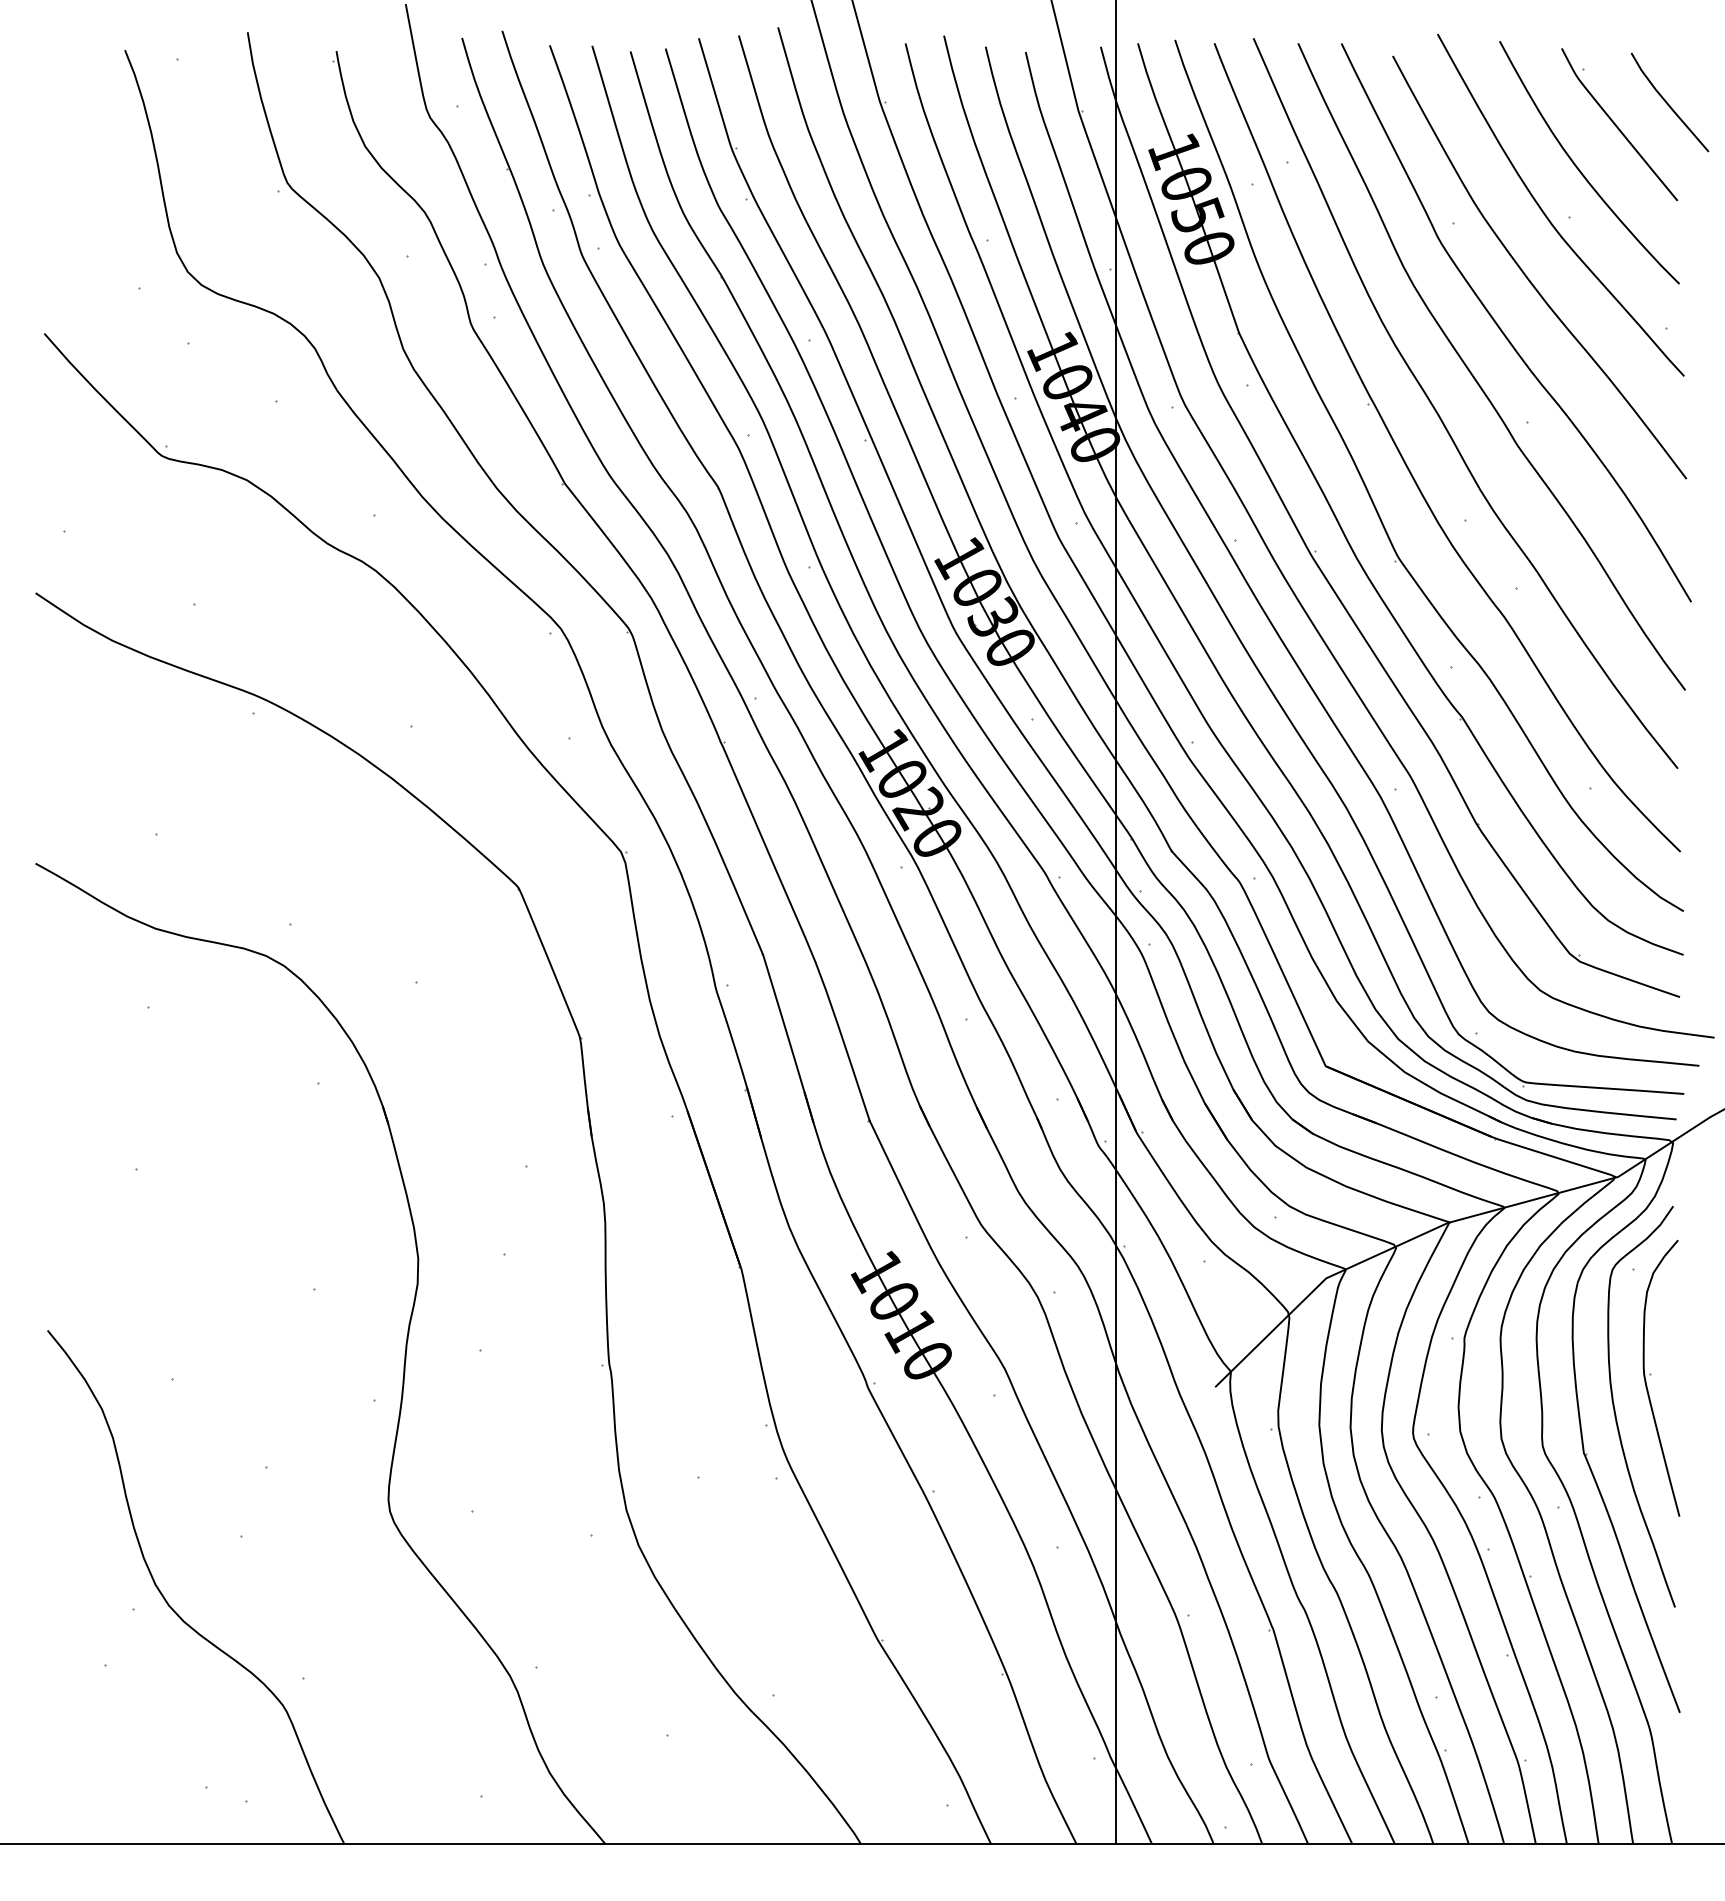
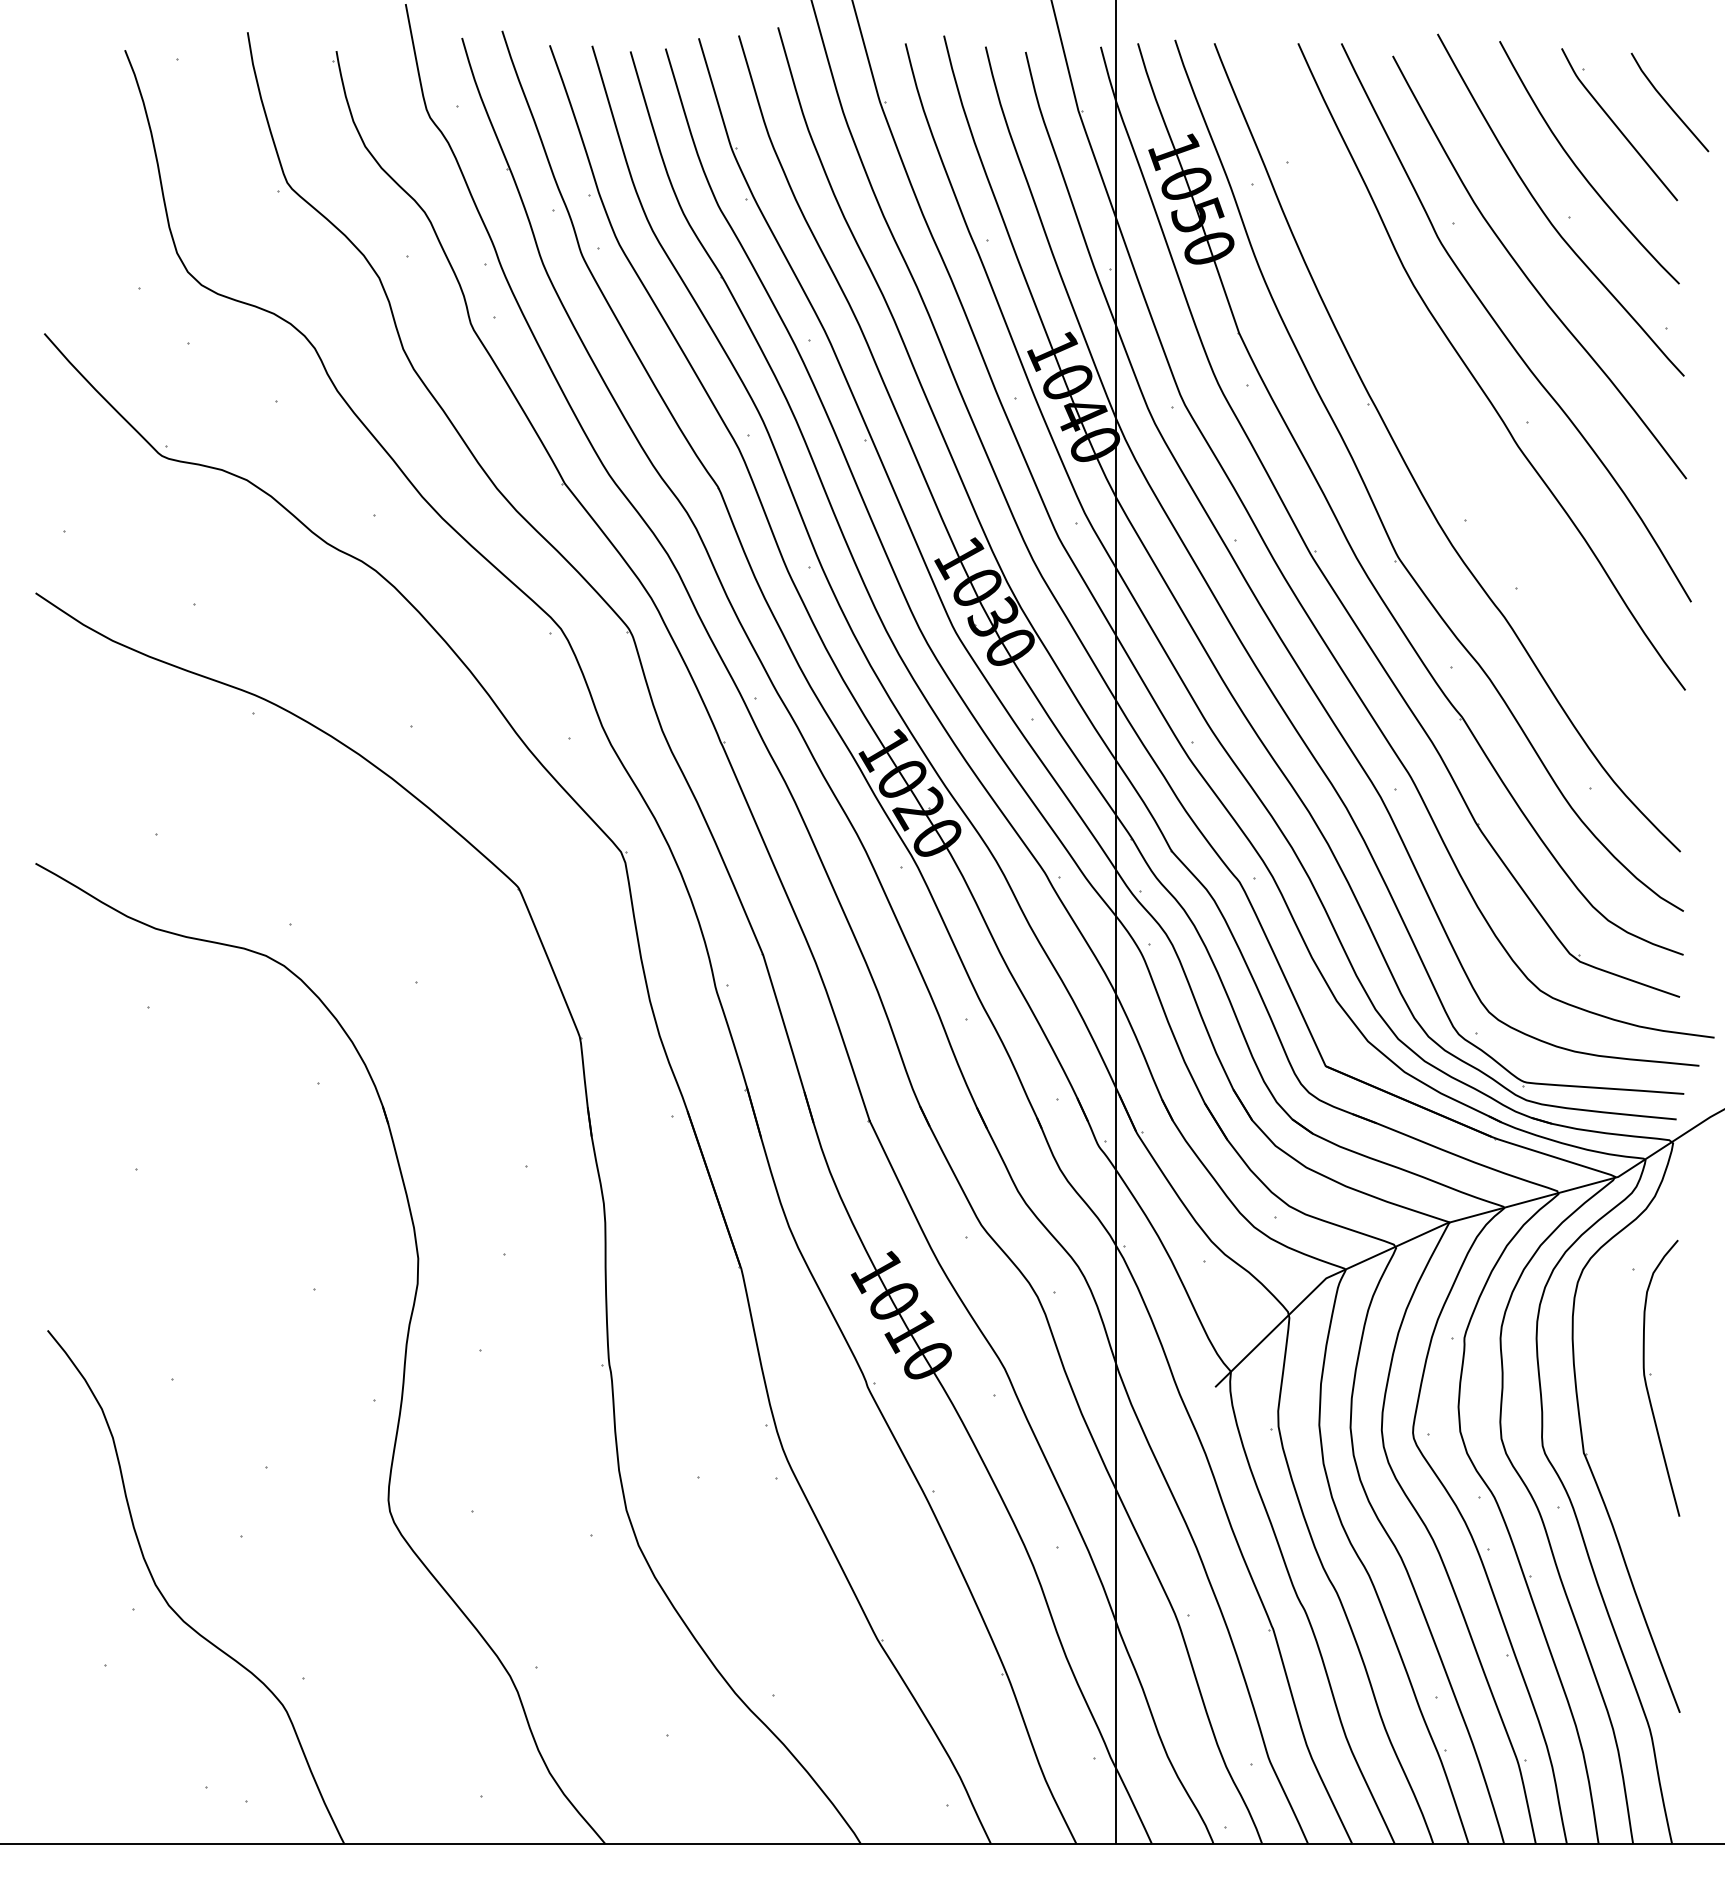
curve at (1440, 416): present -> none
curve at (1615, 1409): present -> none
